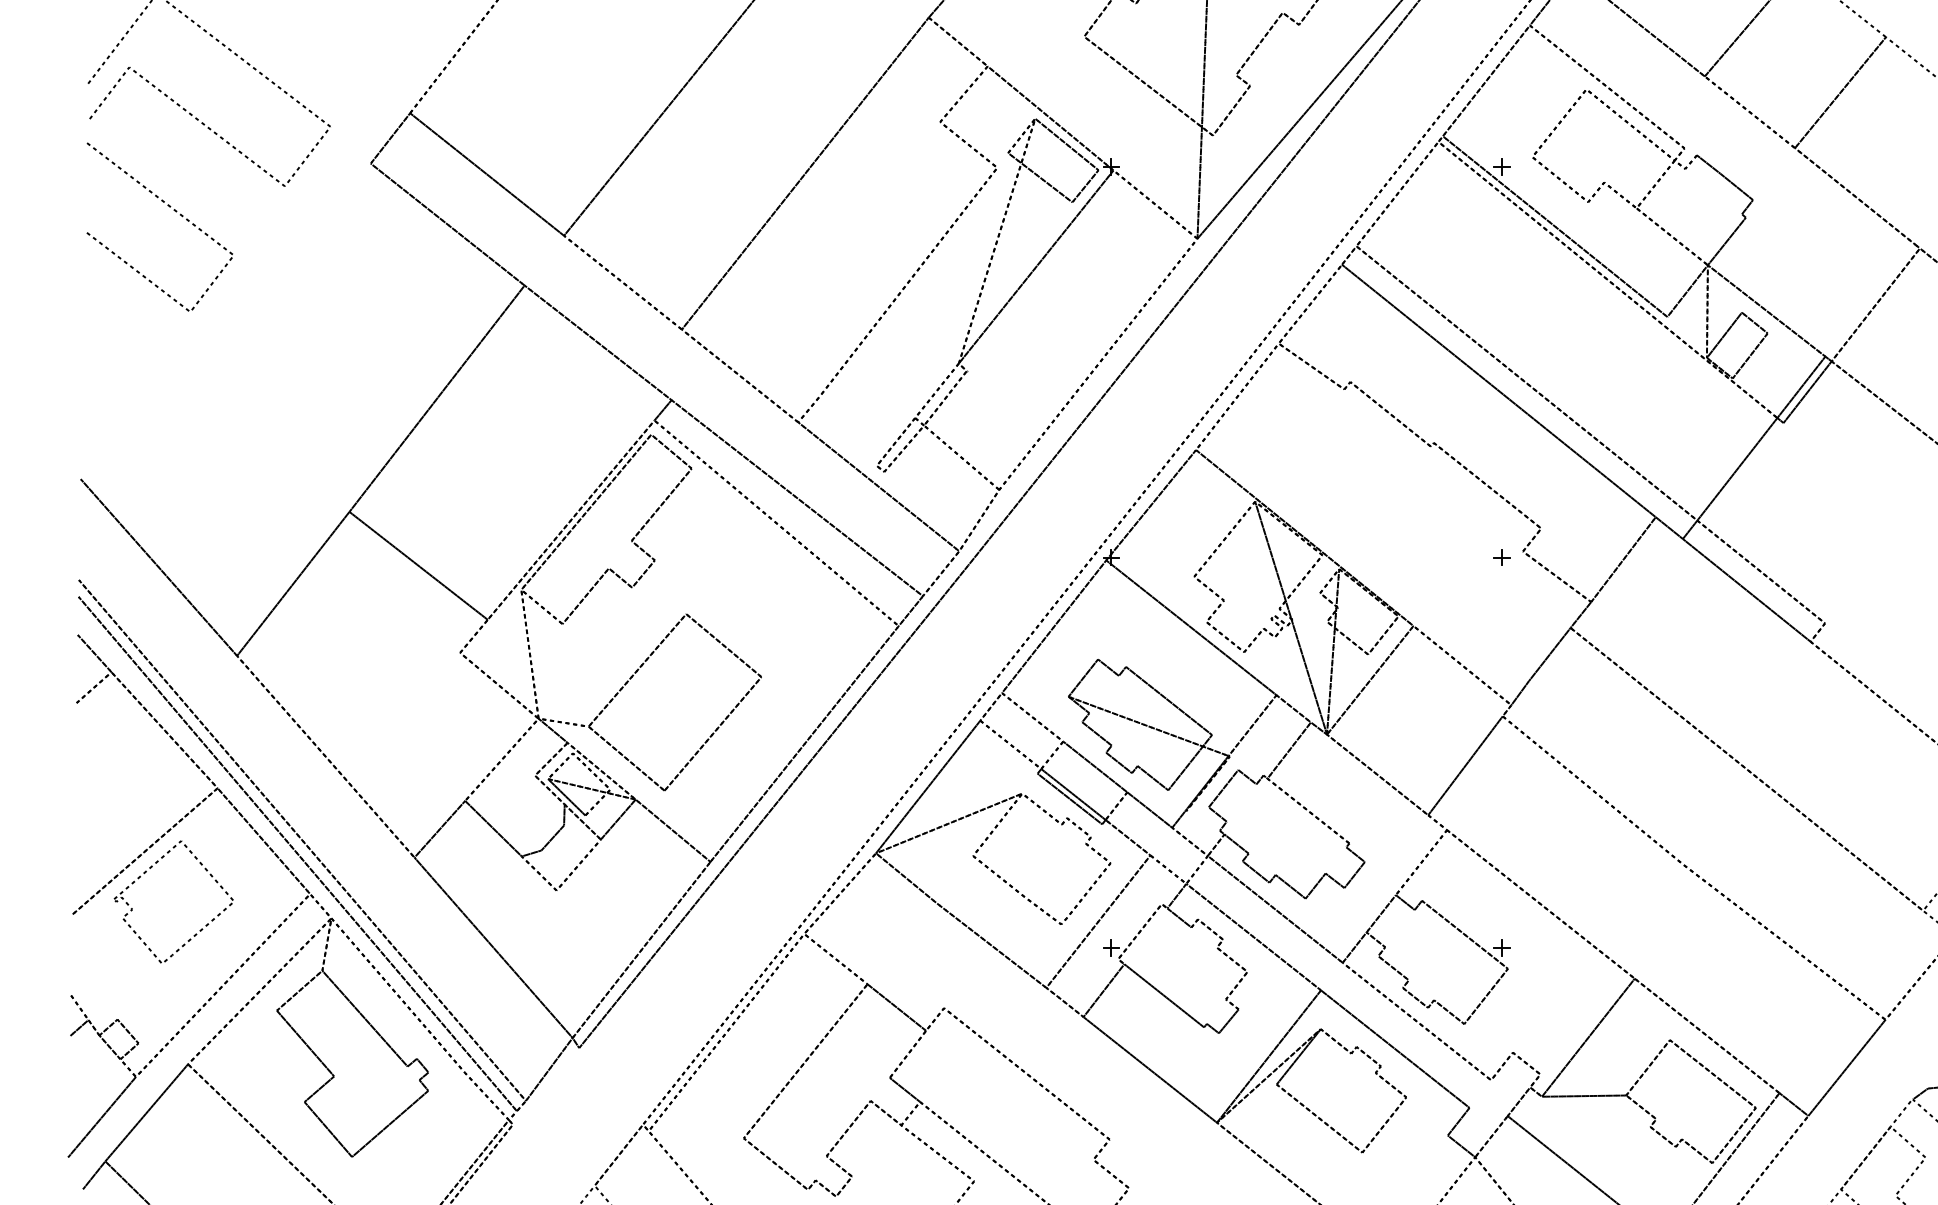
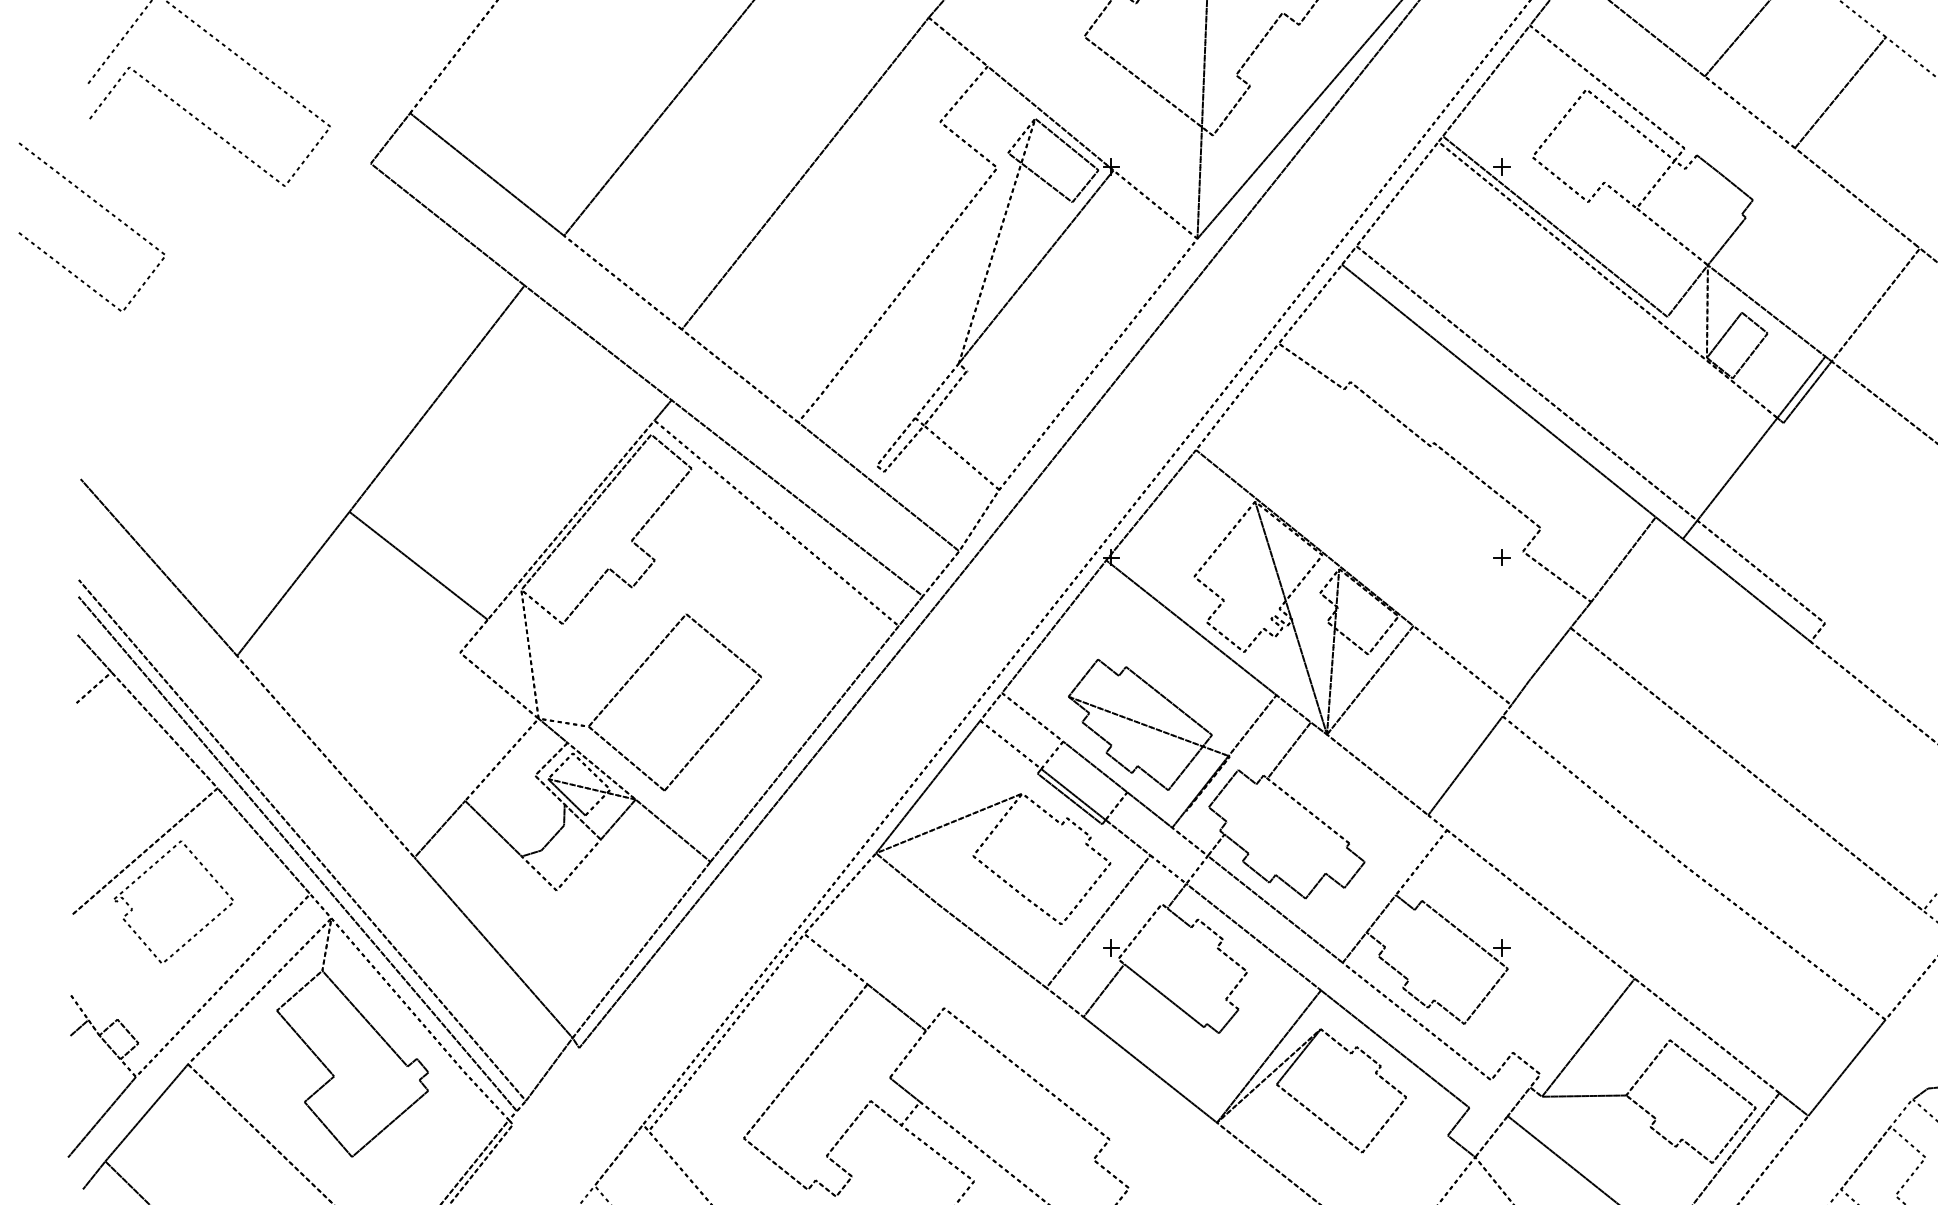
line at (174, 211) position: (174, 211) -> (106, 211)
